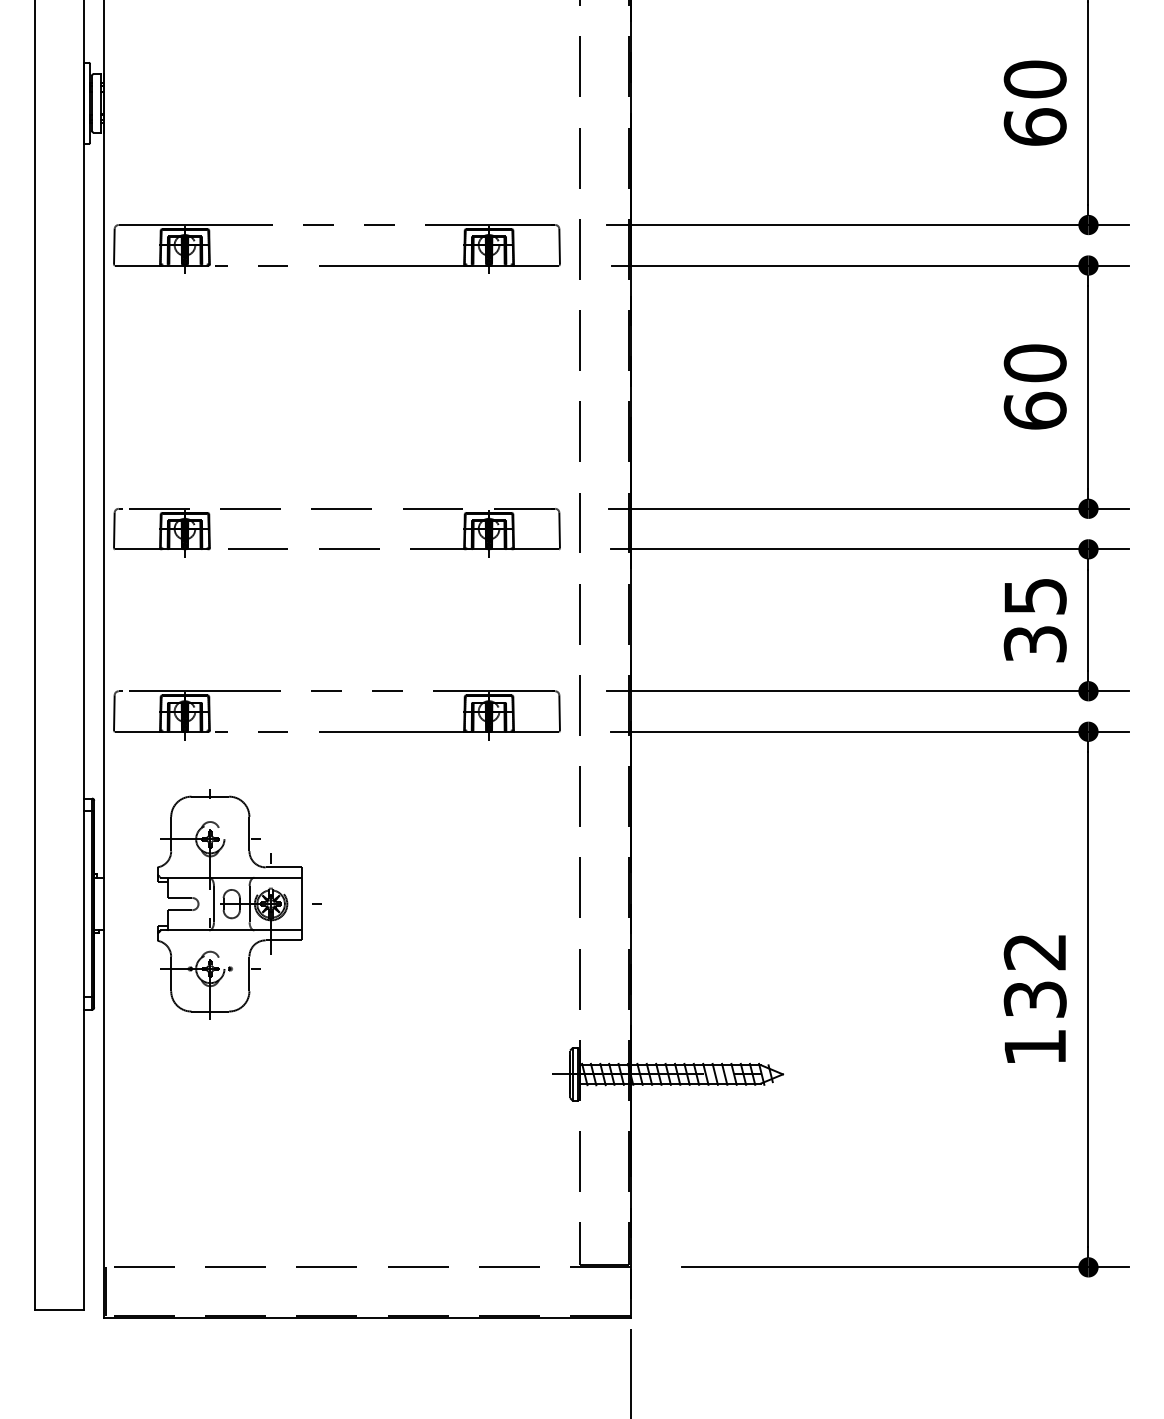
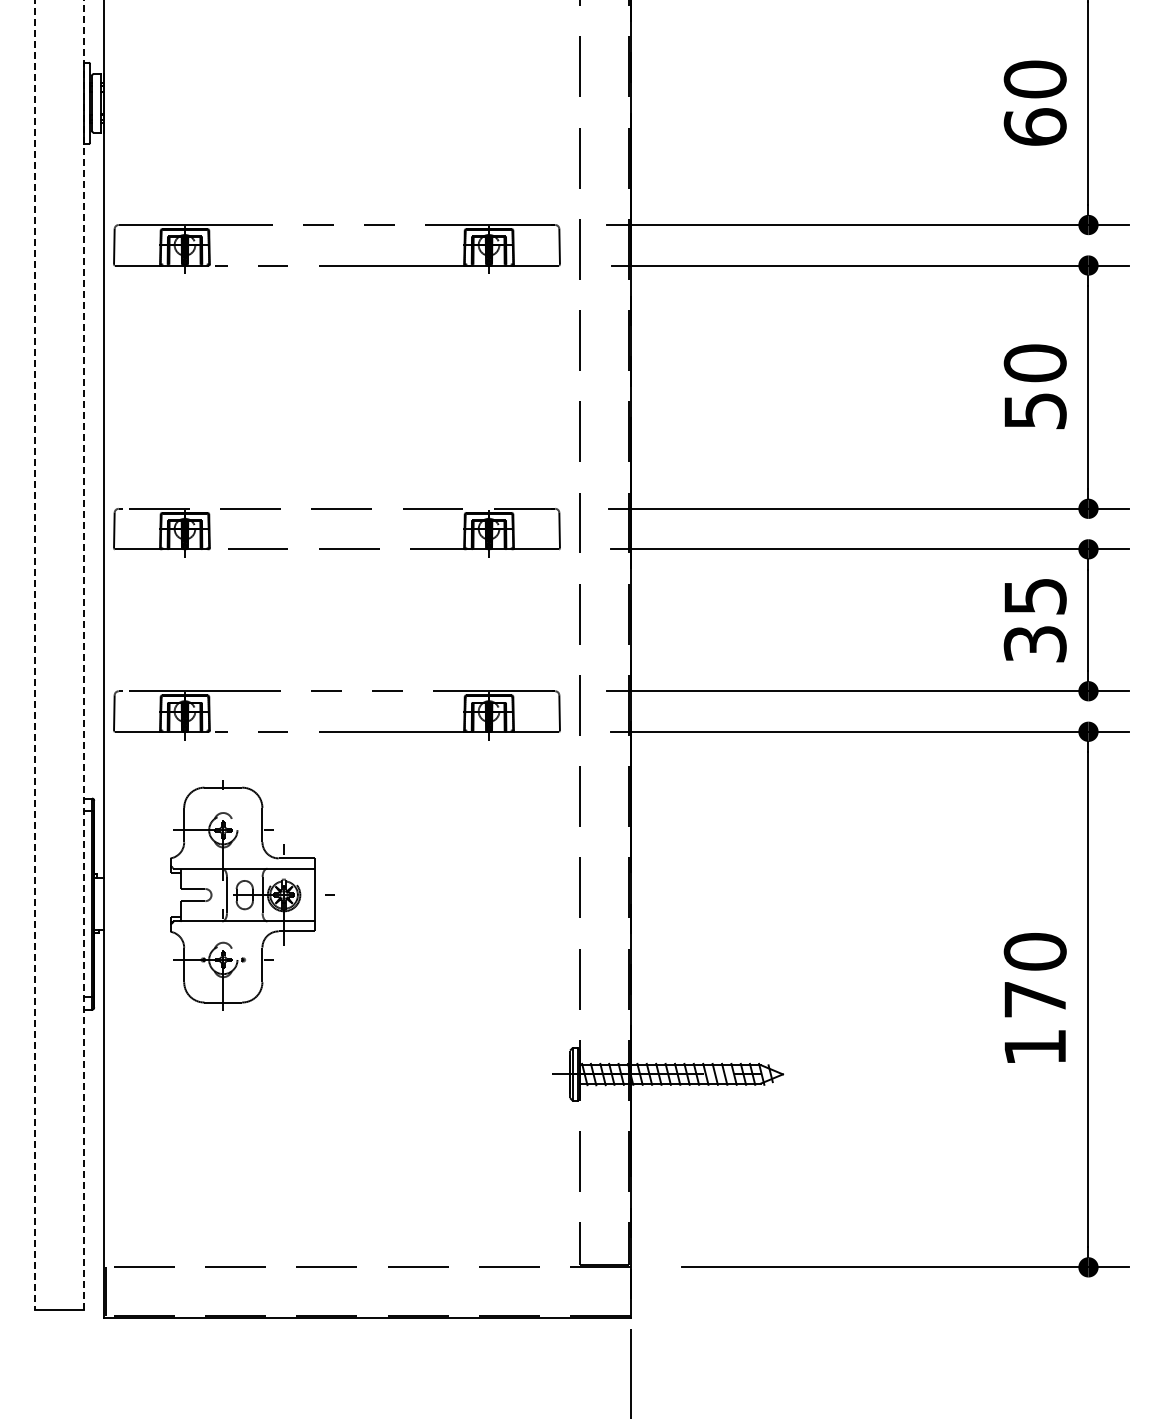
text at (1034, 410): 60 -> 50
line at (83, 654): solid -> dashed
line at (34, 655): solid -> dashed
part at (239, 904) position: (239, 904) -> (252, 895)
text at (1034, 975): 132 -> 170
